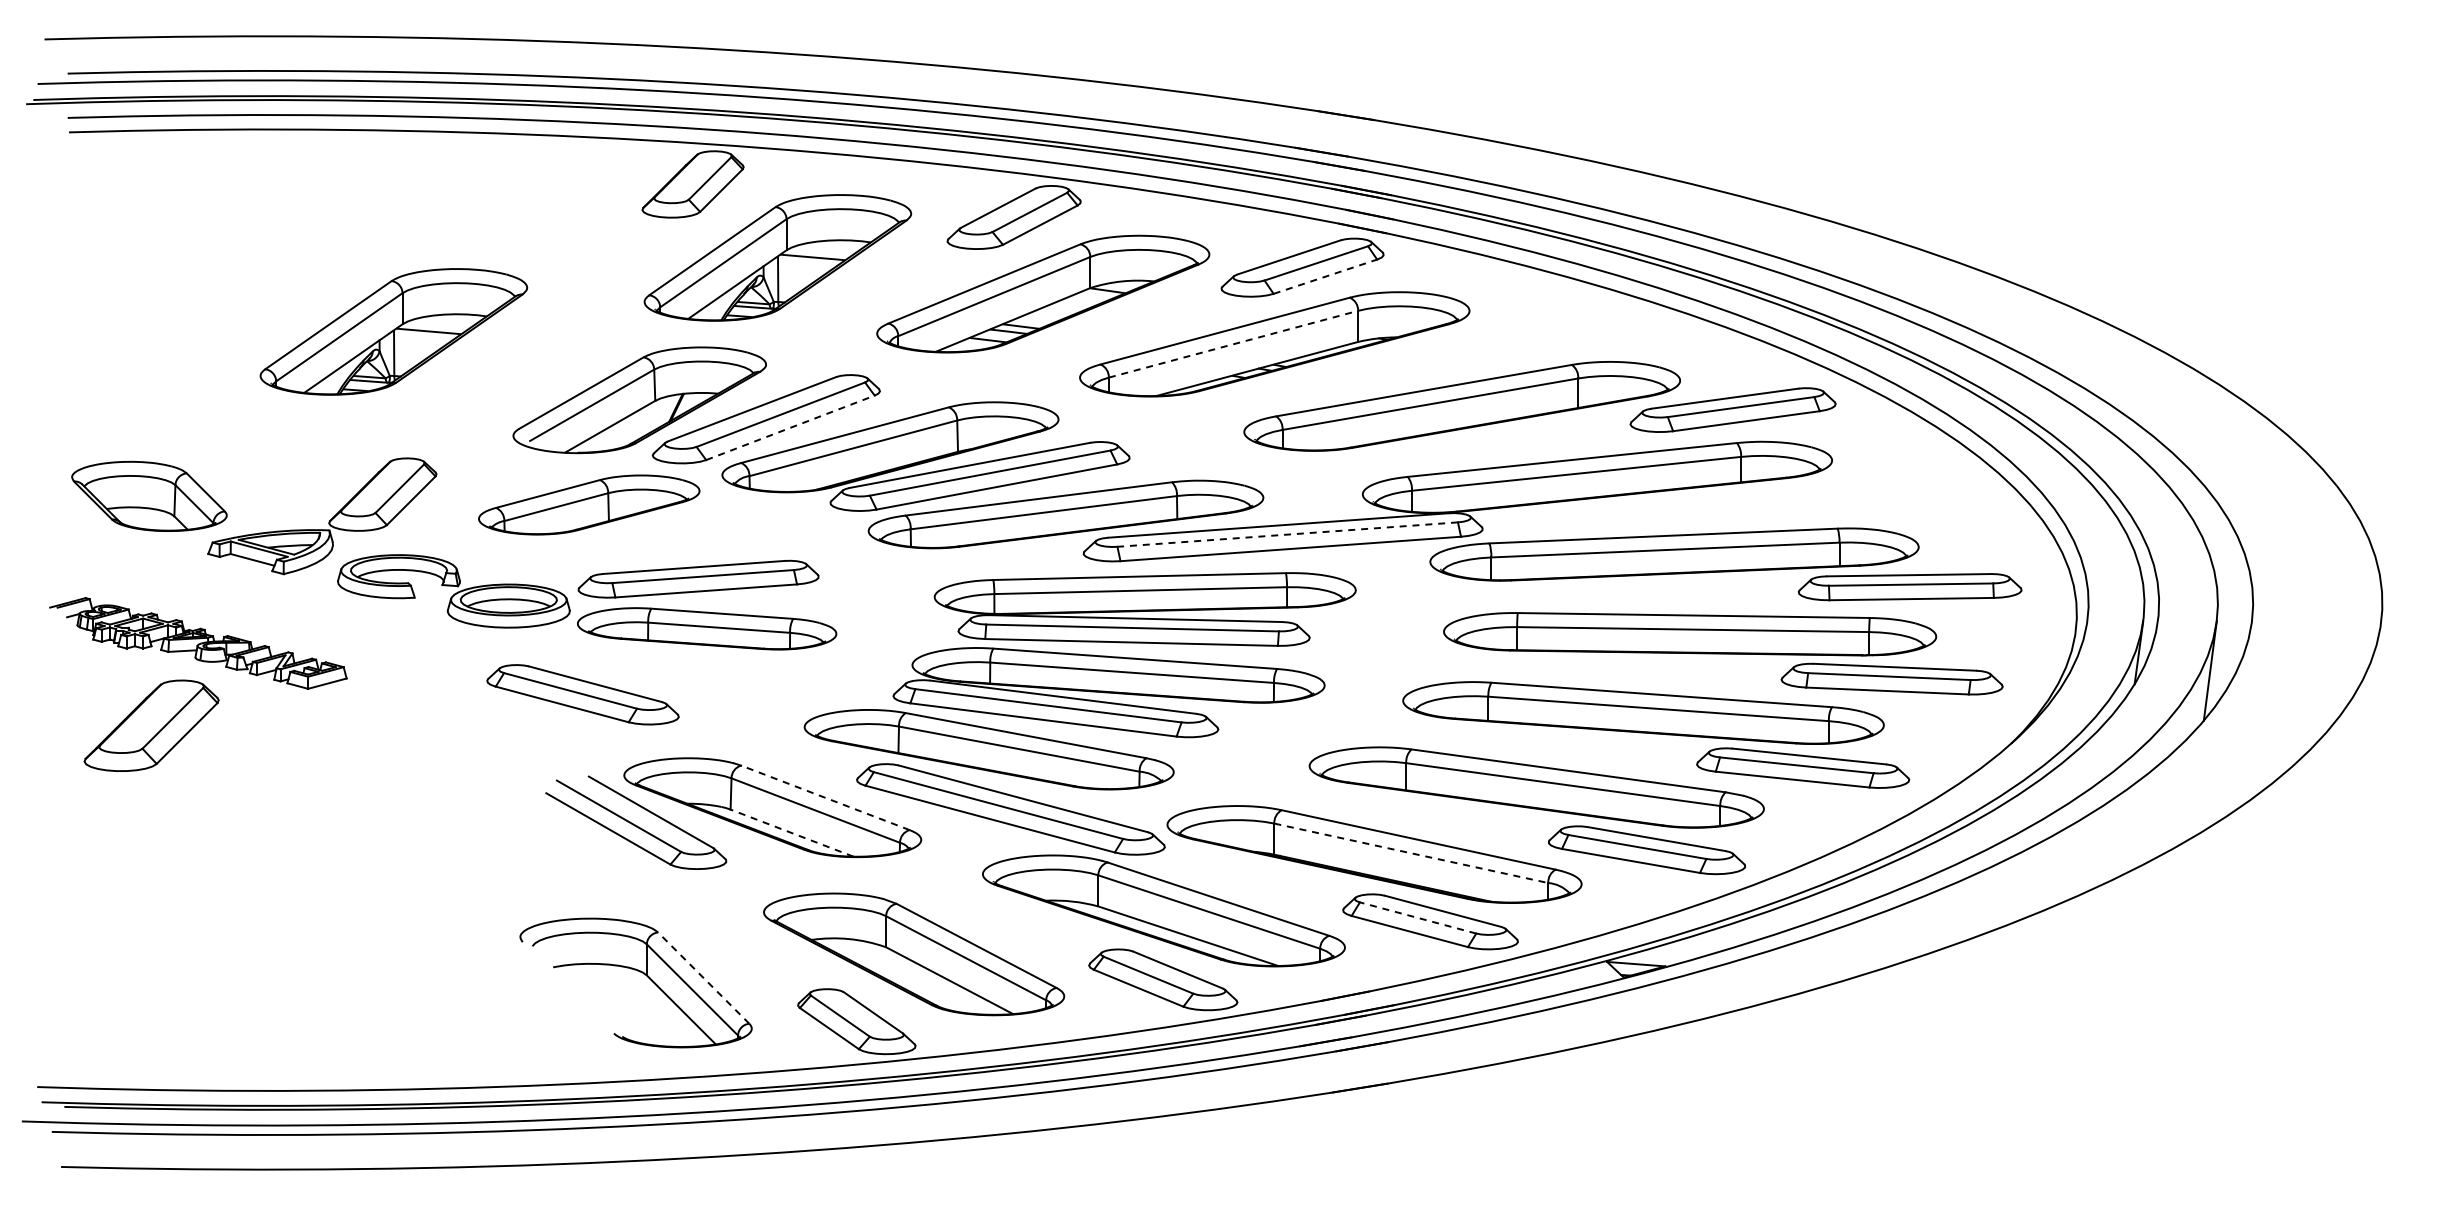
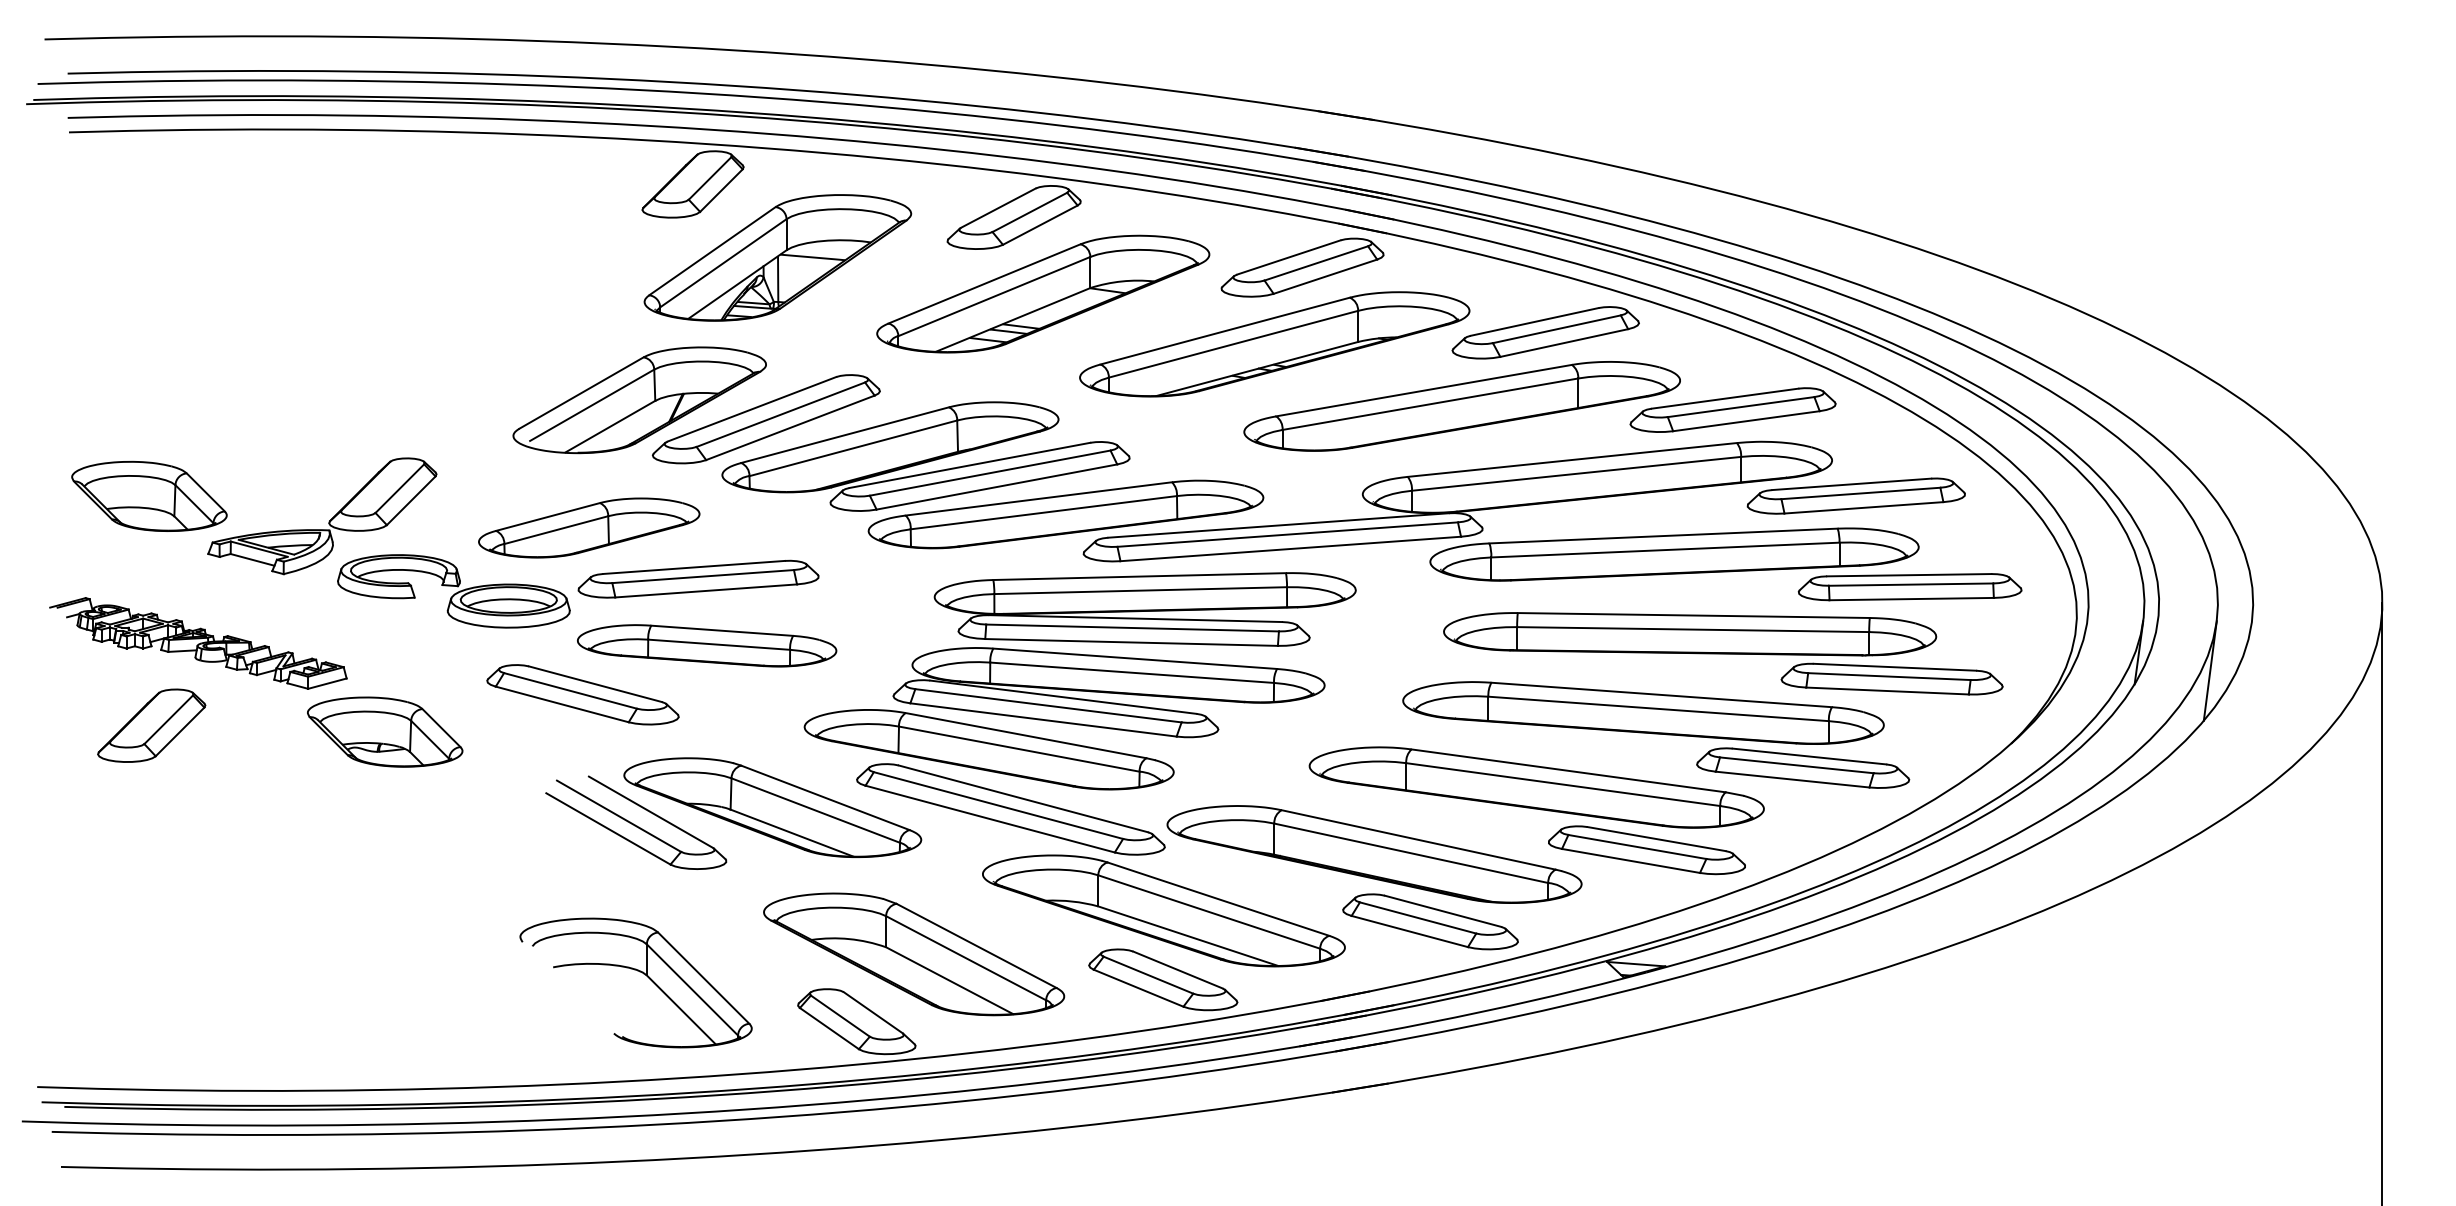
line at (1325, 276): dashed -> solid
part at (393, 331): present -> none
part at (1545, 332): none -> present
line at (1233, 344): dashed -> solid
line at (790, 427): dashed -> solid
part at (1855, 495): none -> present
part at (589, 504) position: (589, 504) -> (589, 527)
line at (1287, 534): dashed -> solid
part at (707, 628) position: (707, 628) -> (707, 645)
part at (151, 725) size: 137x93 px -> 110x75 px
part at (385, 731): none -> present
line at (824, 797): dashed -> solid
line at (792, 833): dashed -> solid
line at (1411, 853): dashed -> solid
line at (2382, 902): none -> present
line at (1417, 917): dashed -> solid
line at (703, 978): dashed -> solid
